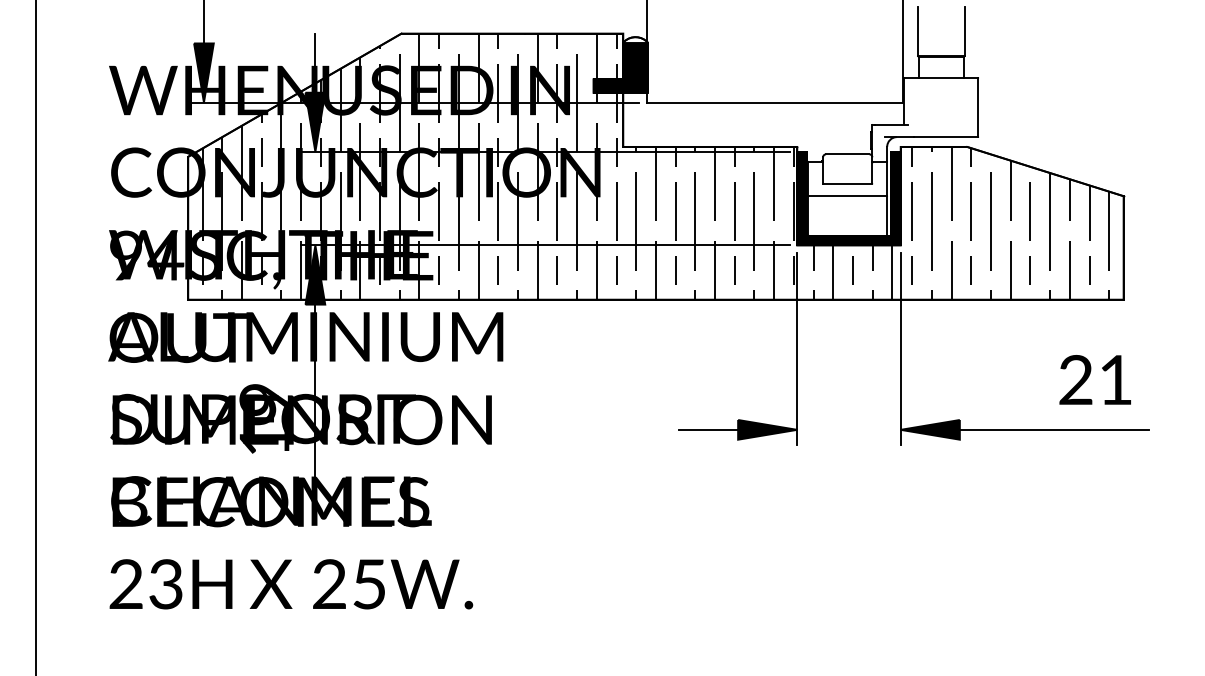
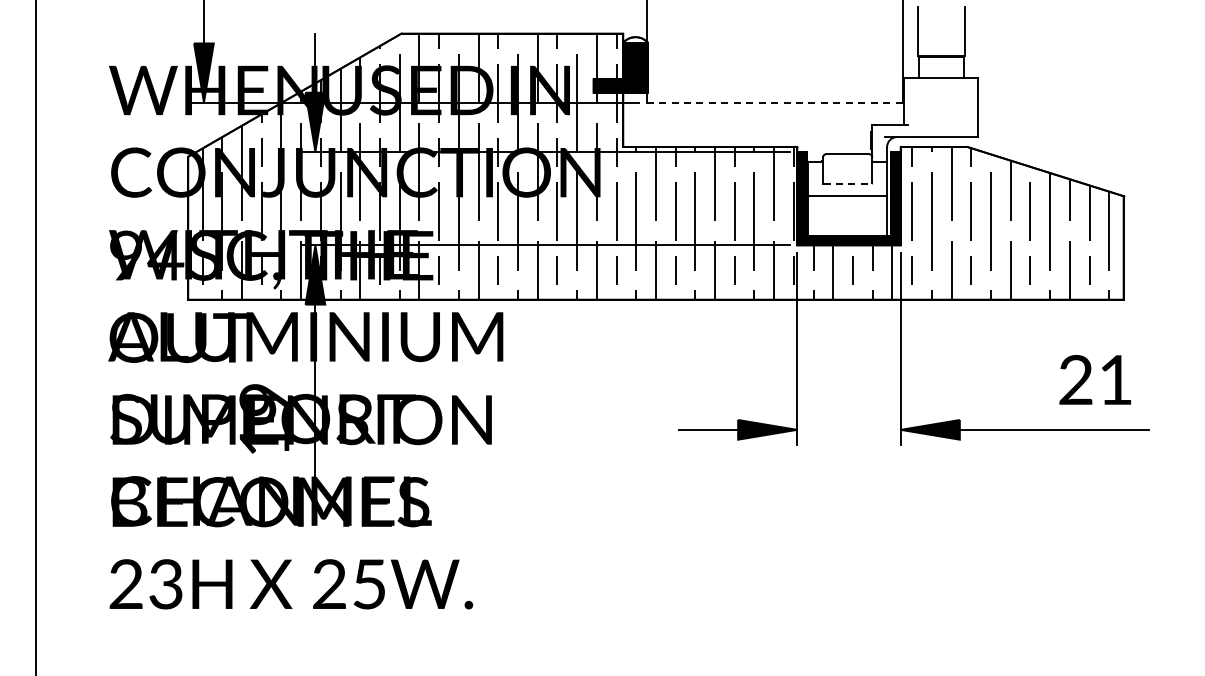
line at (775, 102): solid -> dashed
line at (848, 183): solid -> dashed
